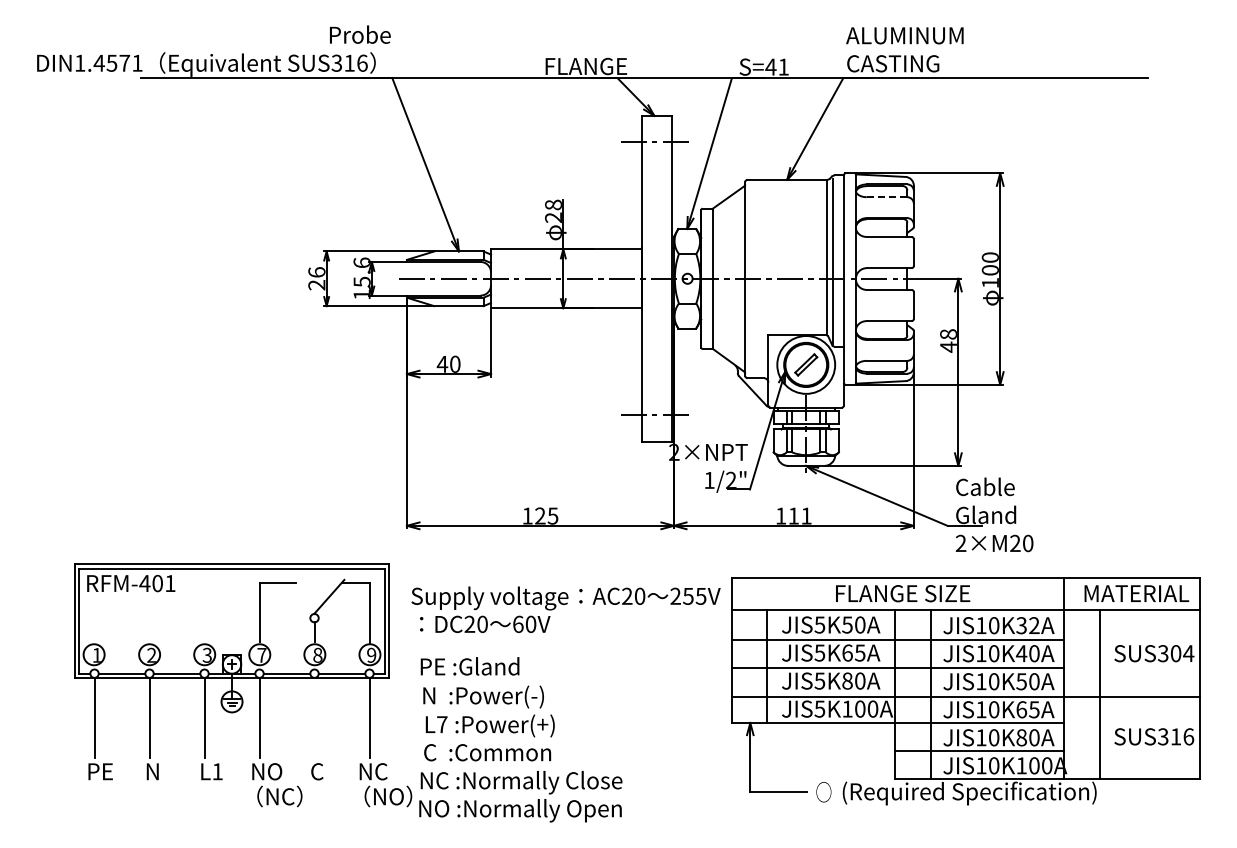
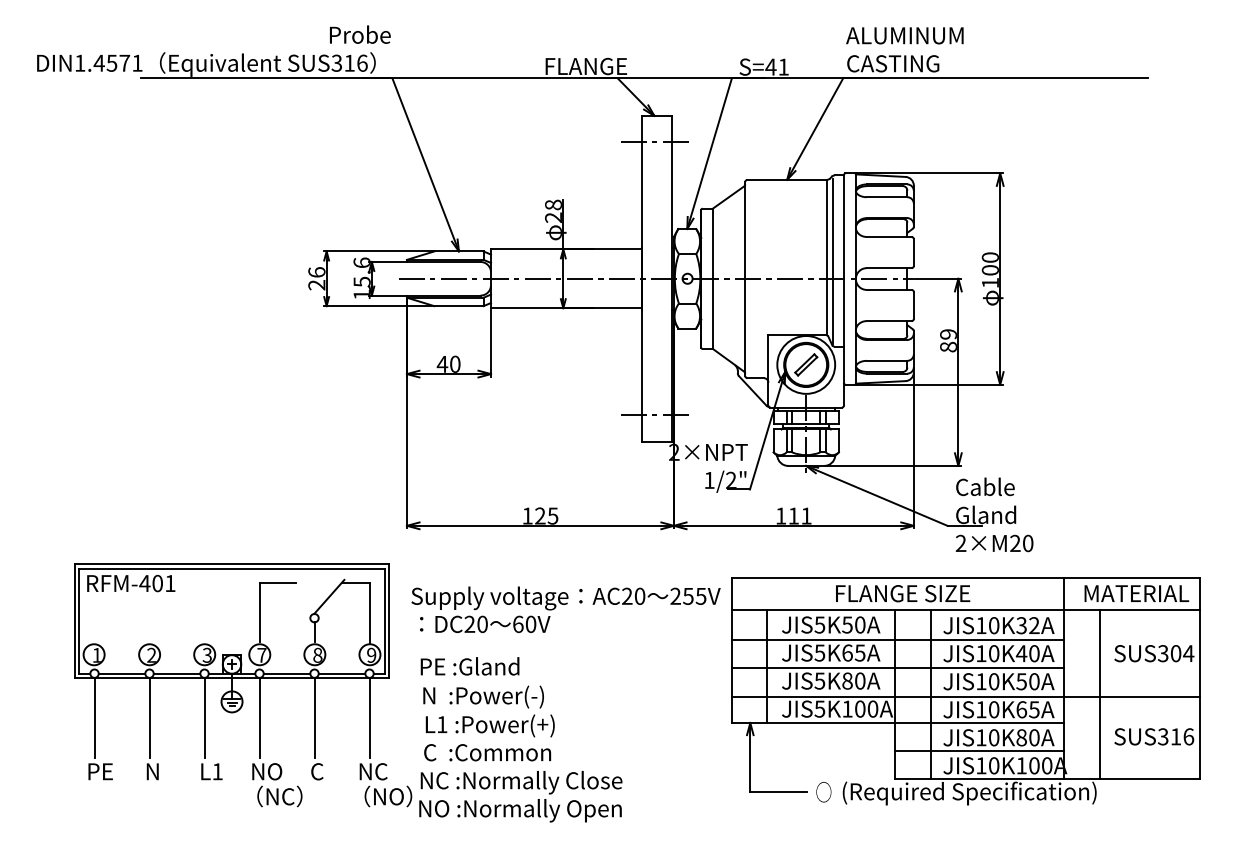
line at (887, 197): dashed -> solid
text at (948, 340): 48 -> 89
line at (314, 717): none -> present
text at (442, 724): L7 -> L1
